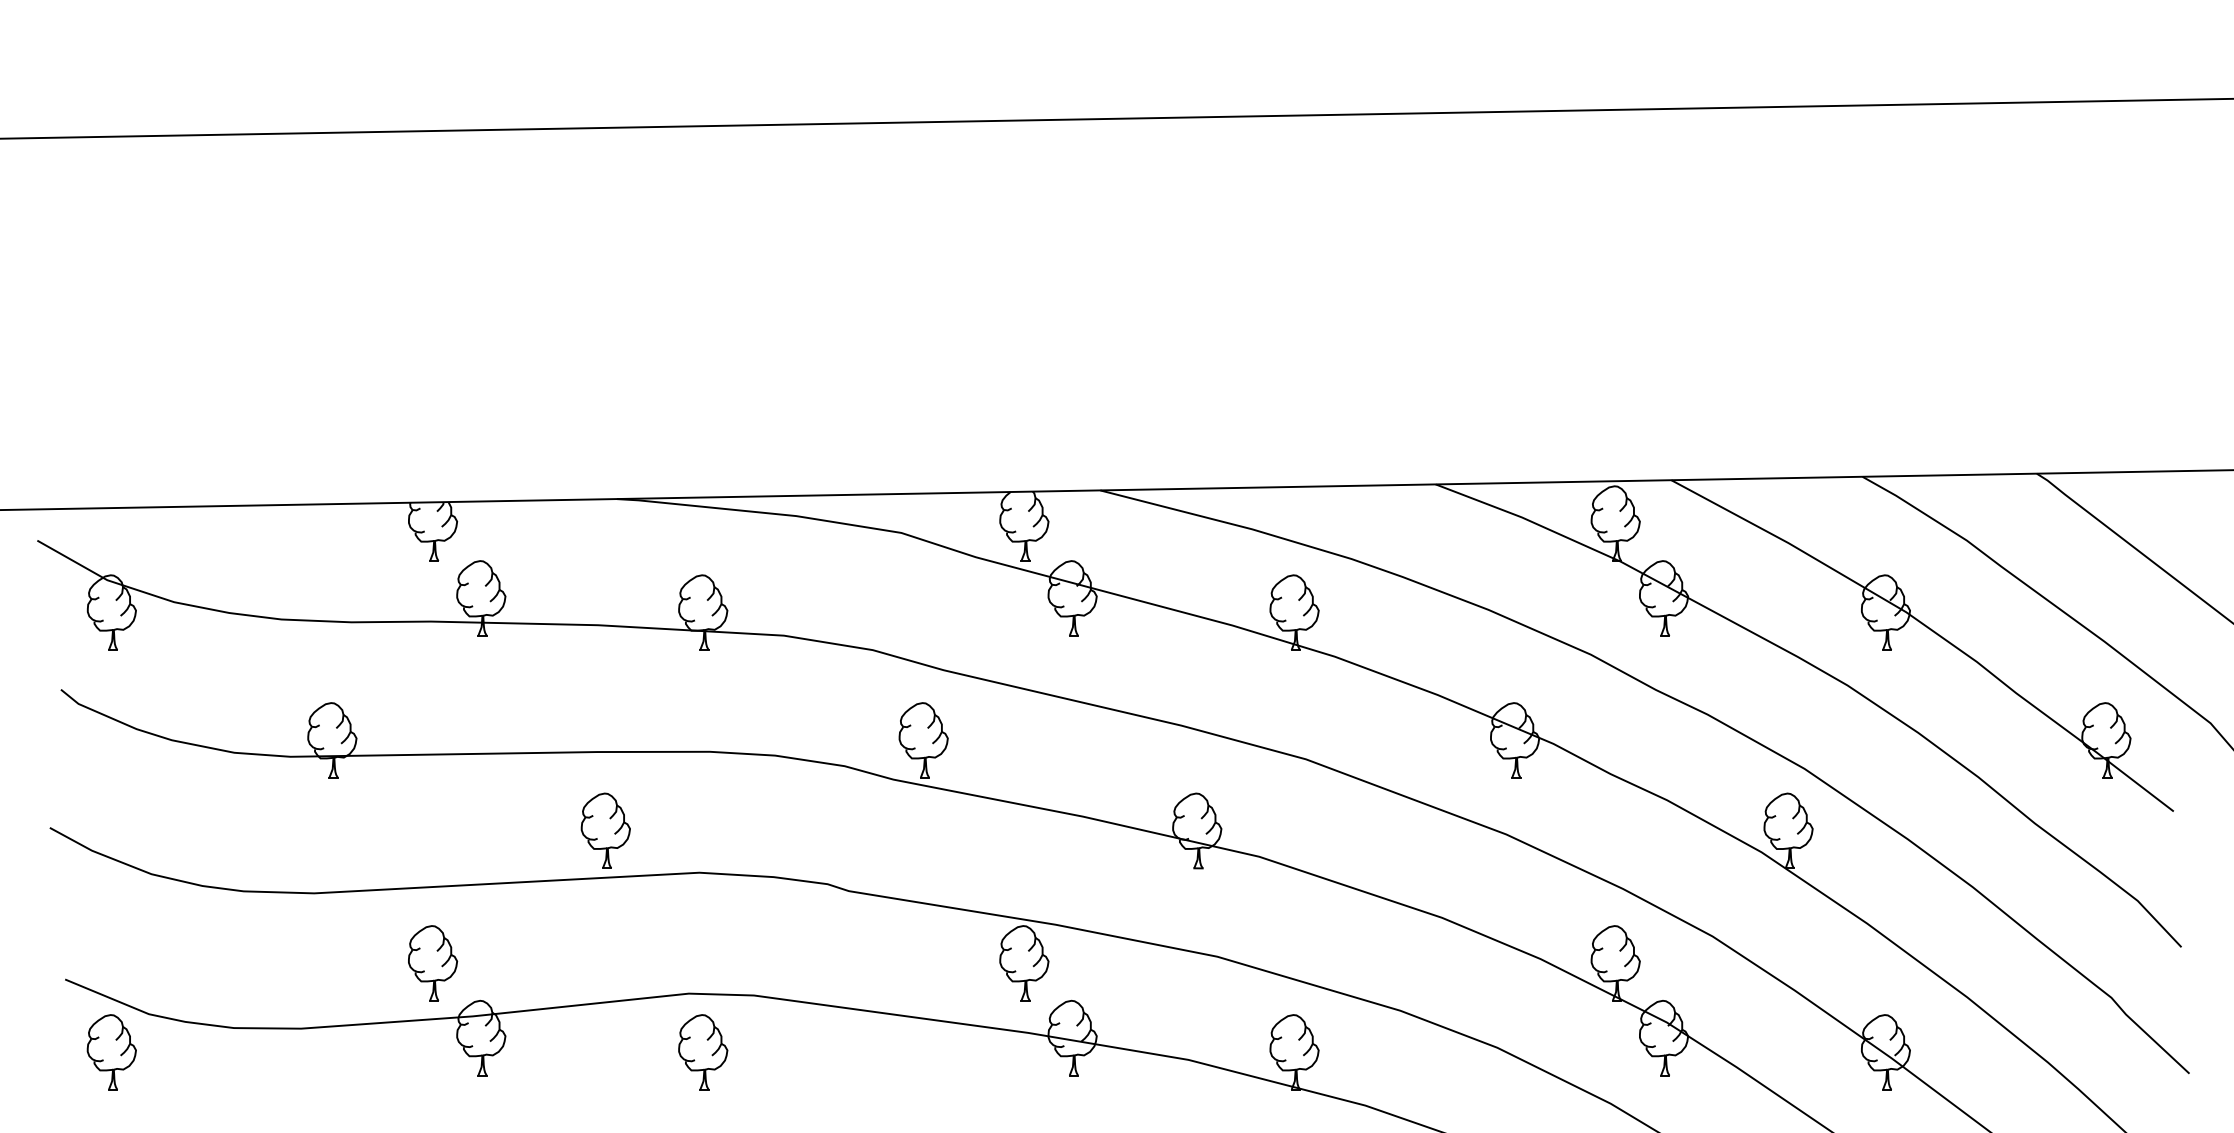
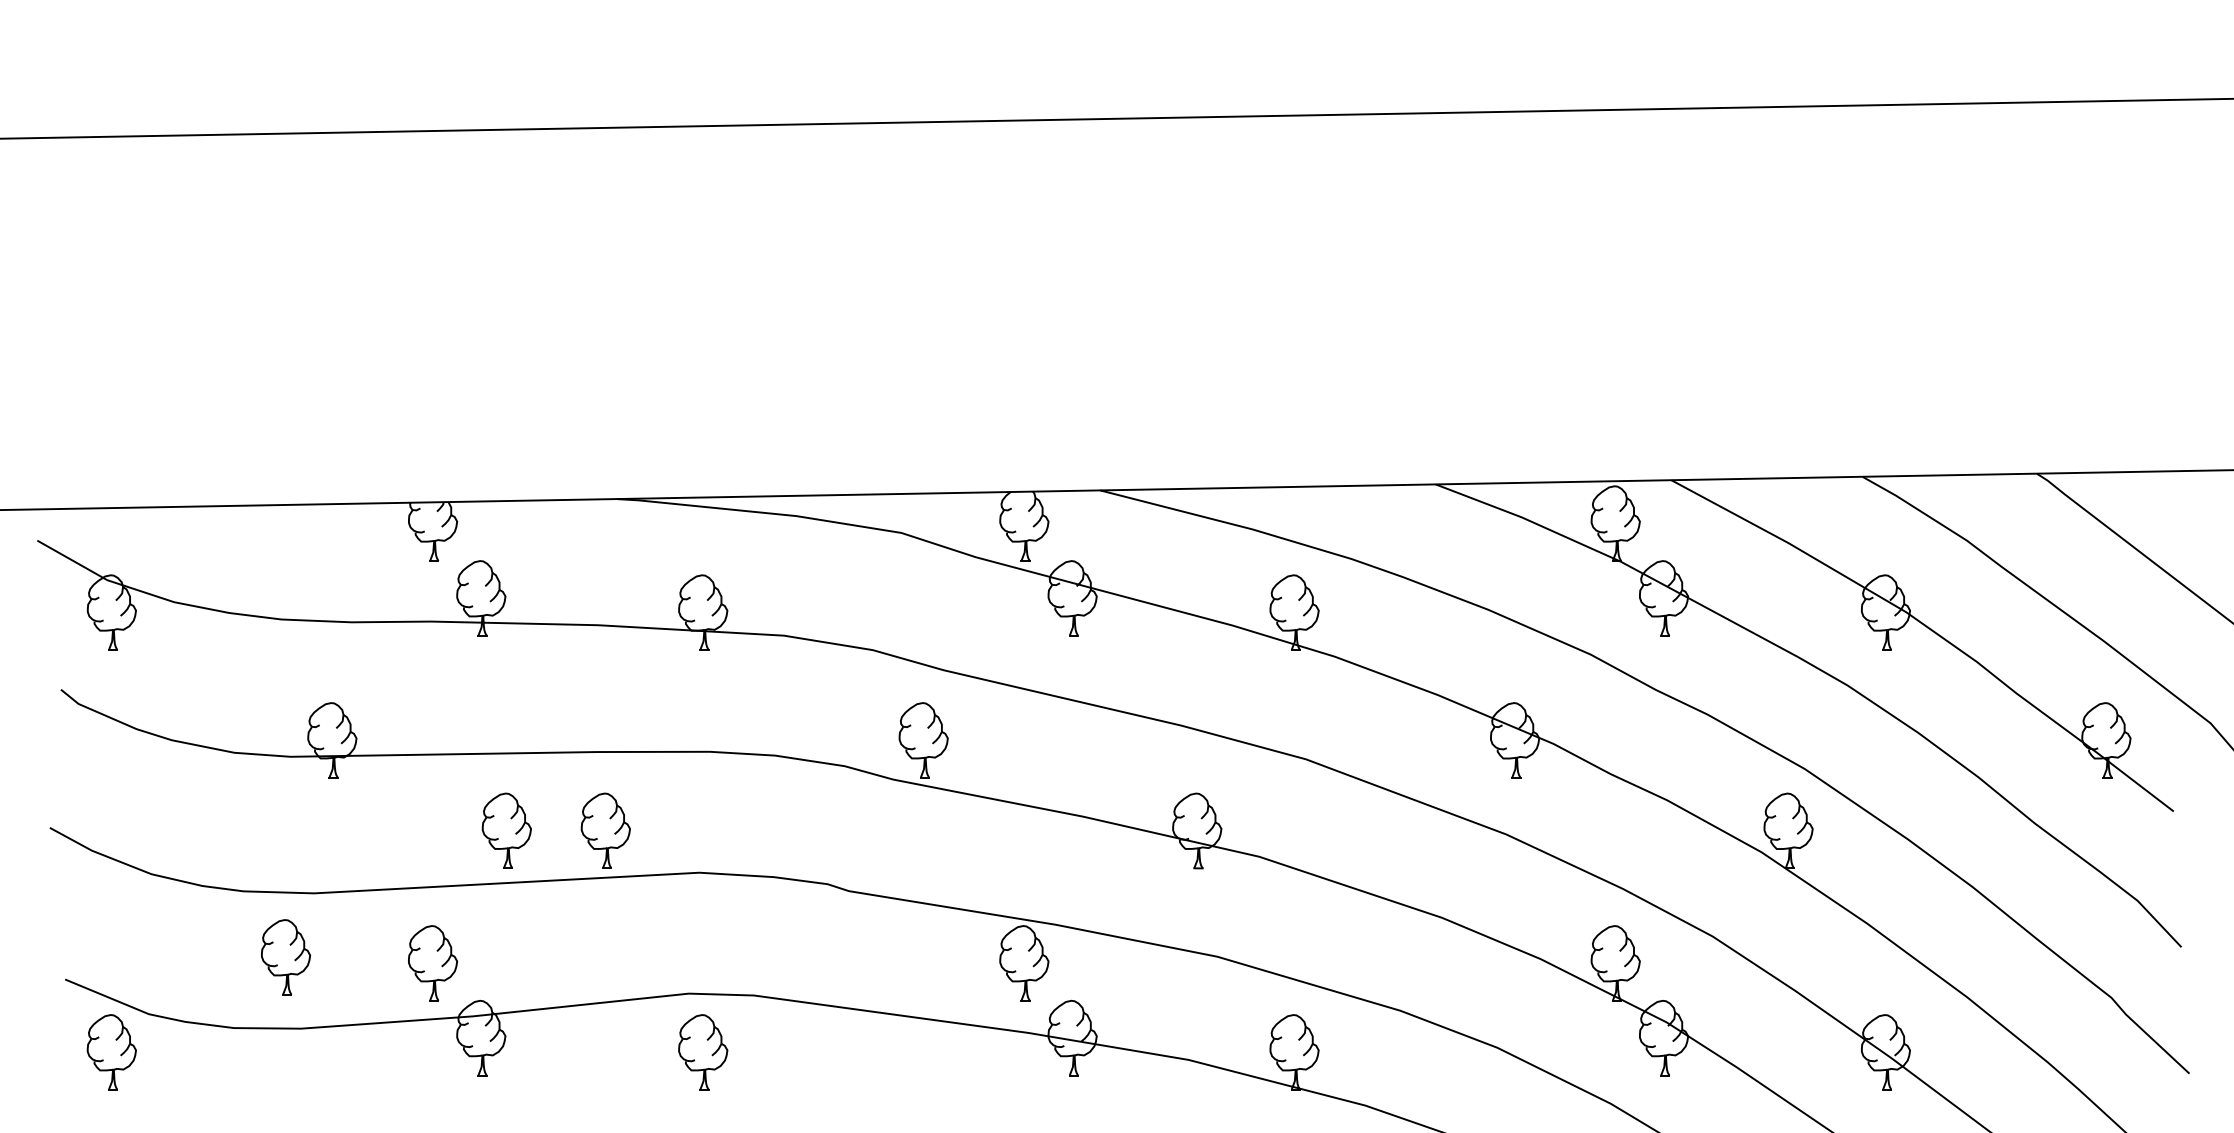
part at (506, 830): none -> present
part at (286, 957): none -> present
